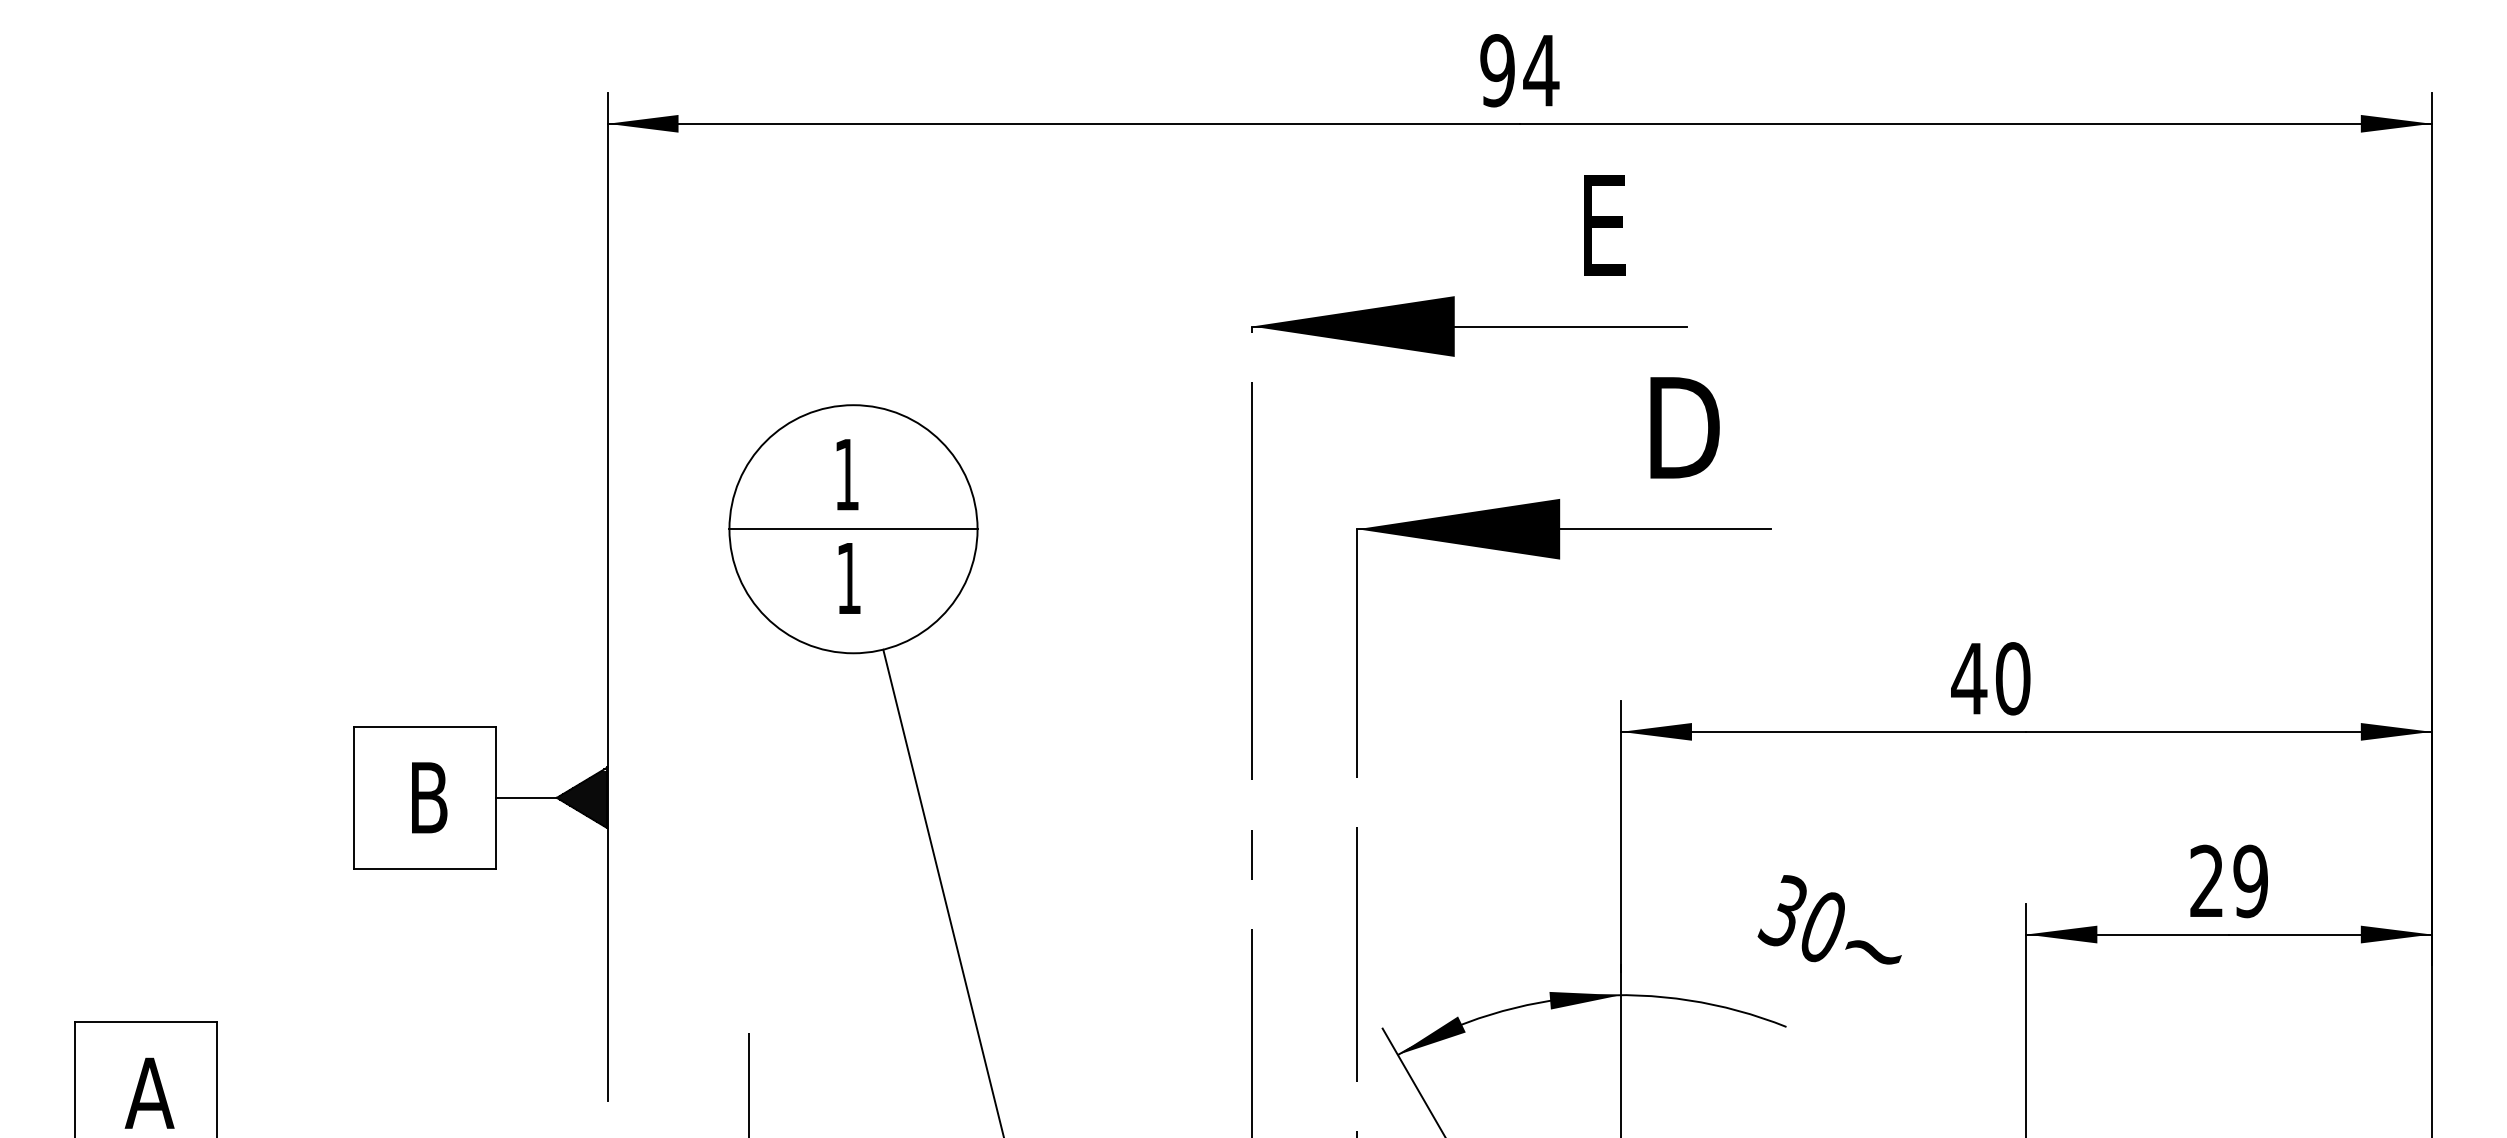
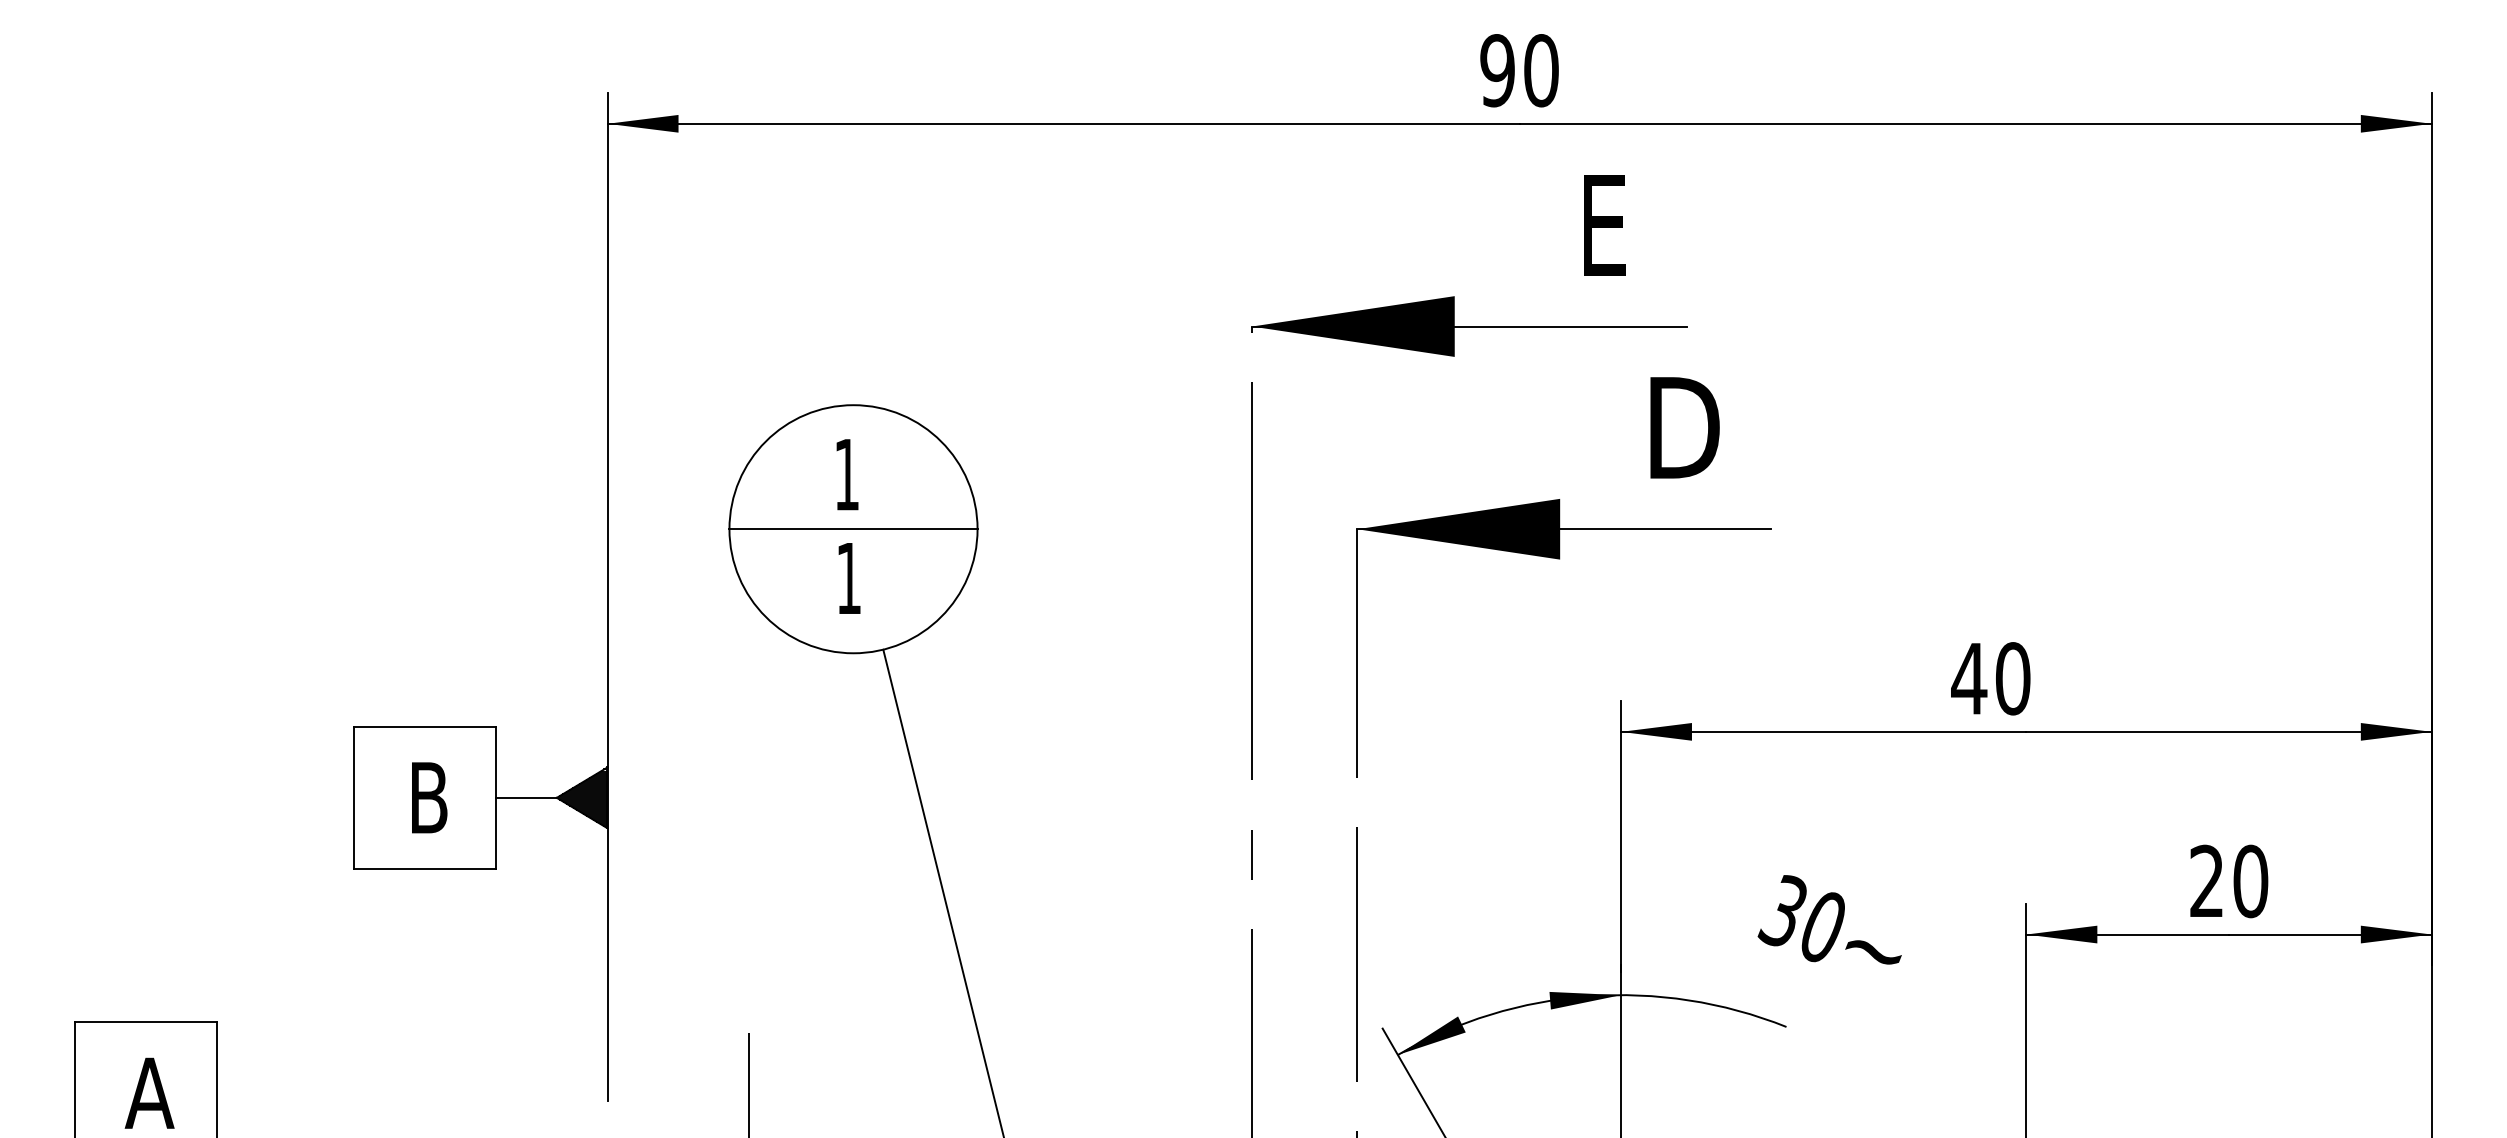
text at (1541, 70): 94 -> 90
text at (2250, 881): 29 -> 20
